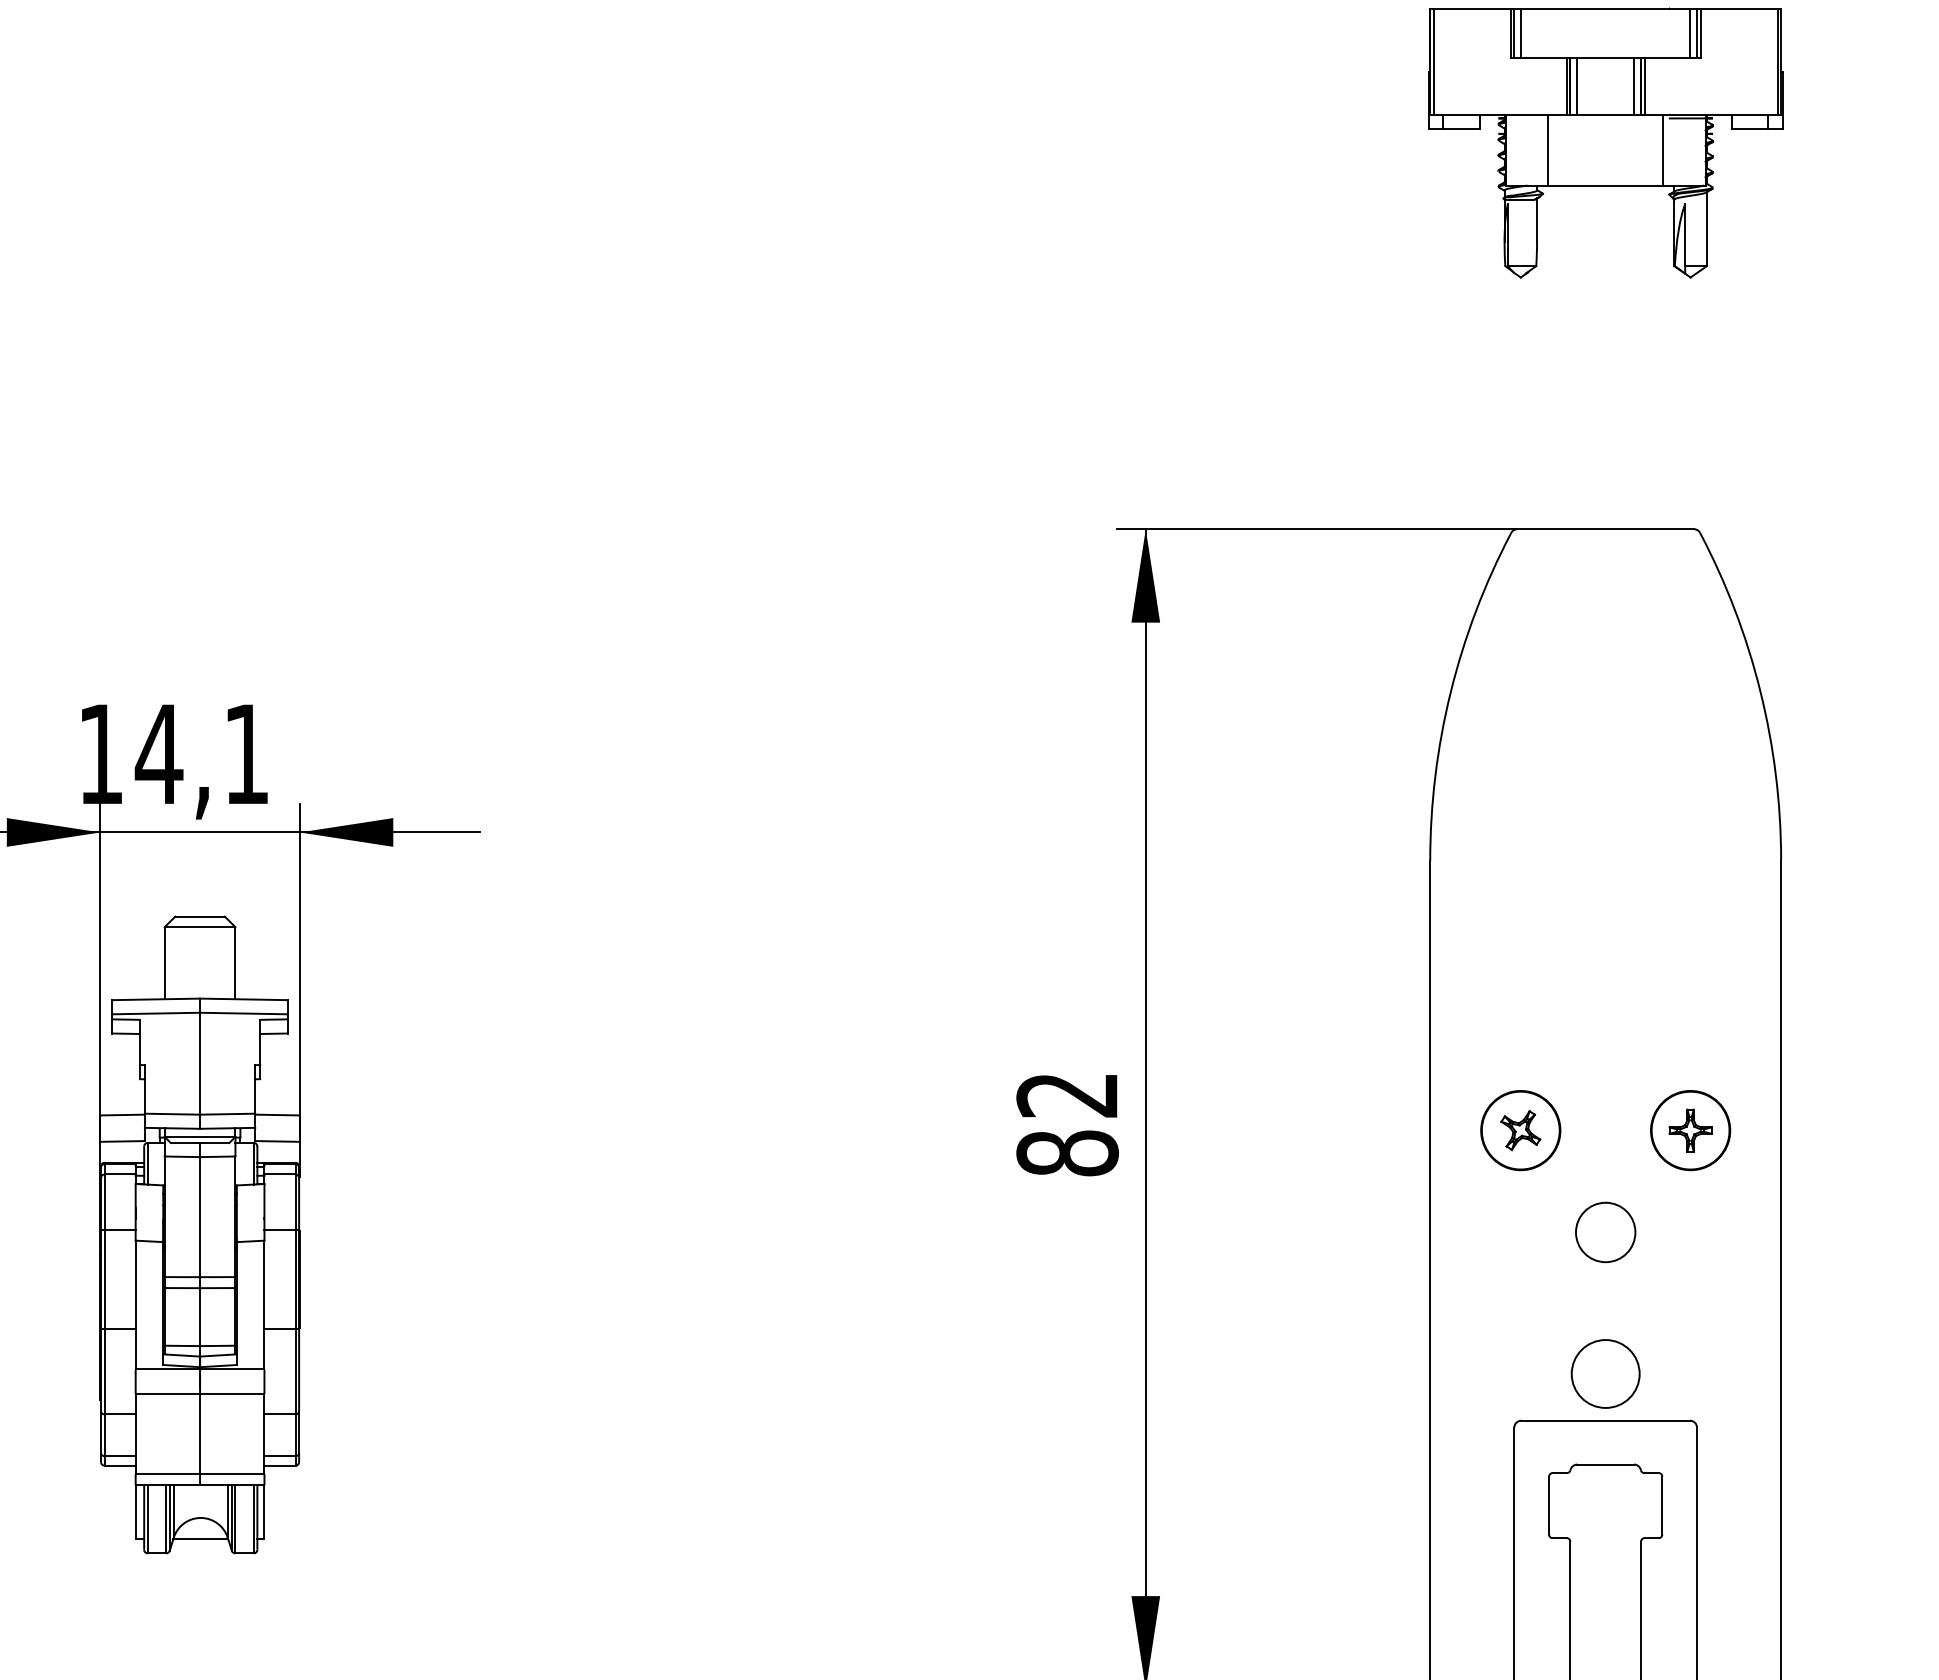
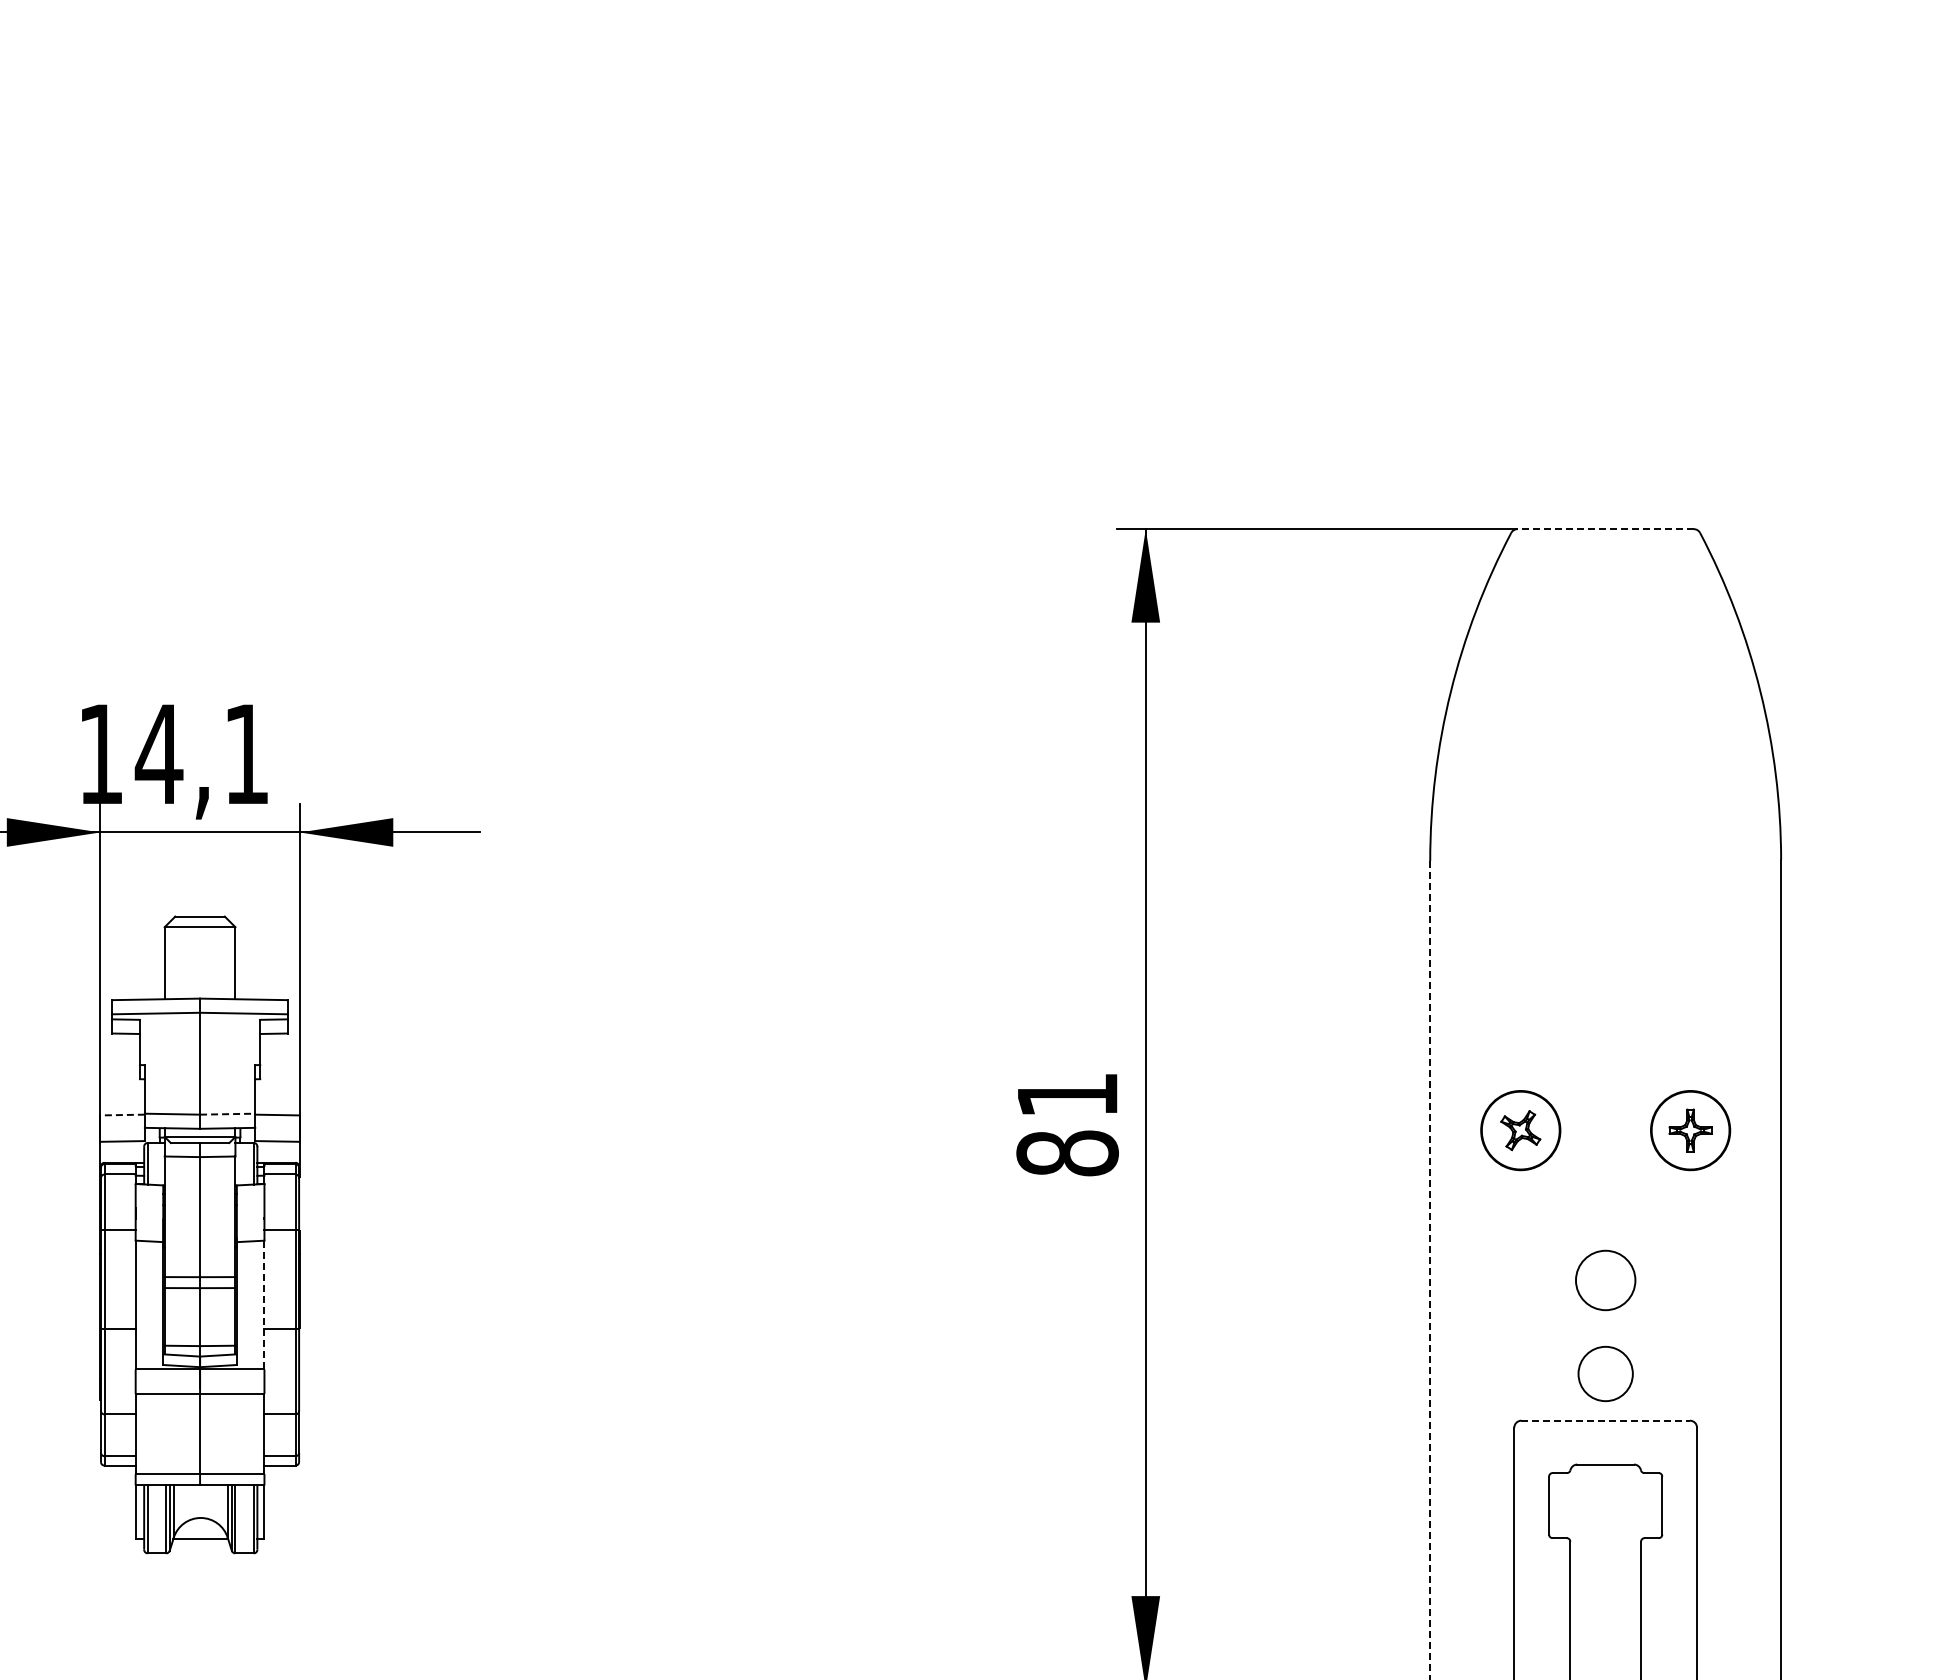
part at (1605, 142): present -> none
line at (1605, 529): solid -> dashed
text at (1066, 1095): 82 -> 81
line at (227, 1114): solid -> dashed
line at (122, 1115): solid -> dashed
circle at (1605, 1232) position: (1605, 1232) -> (1605, 1280)
line at (1430, 1270): solid -> dashed
line at (264, 1304): solid -> dashed
circle at (1605, 1373) diameter: 68 px -> 54 px
line at (1606, 1420): solid -> dashed
